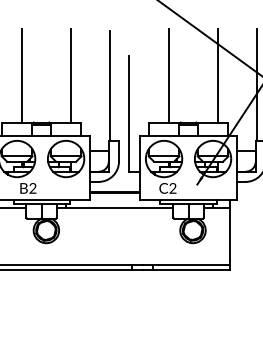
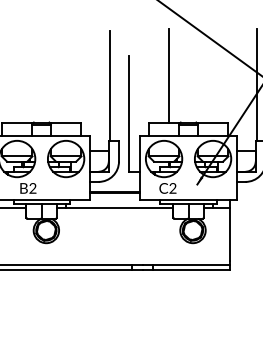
line at (22, 76): present -> none
line at (70, 76): present -> none
line at (217, 76): present -> none
